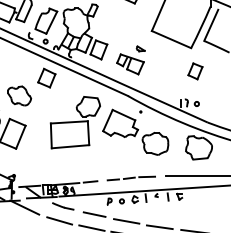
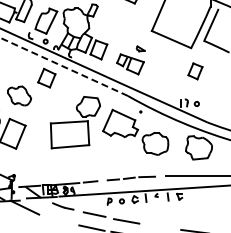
line at (64, 67): solid -> dashed
line at (59, 220): present -> none
line at (159, 227): present -> none
